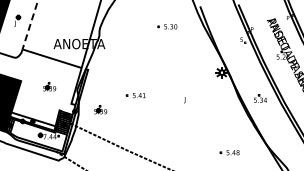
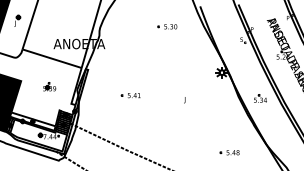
line at (30, 24): dashed -> solid
part at (135, 95) position: (135, 95) -> (130, 95)
part at (100, 109): present -> none
